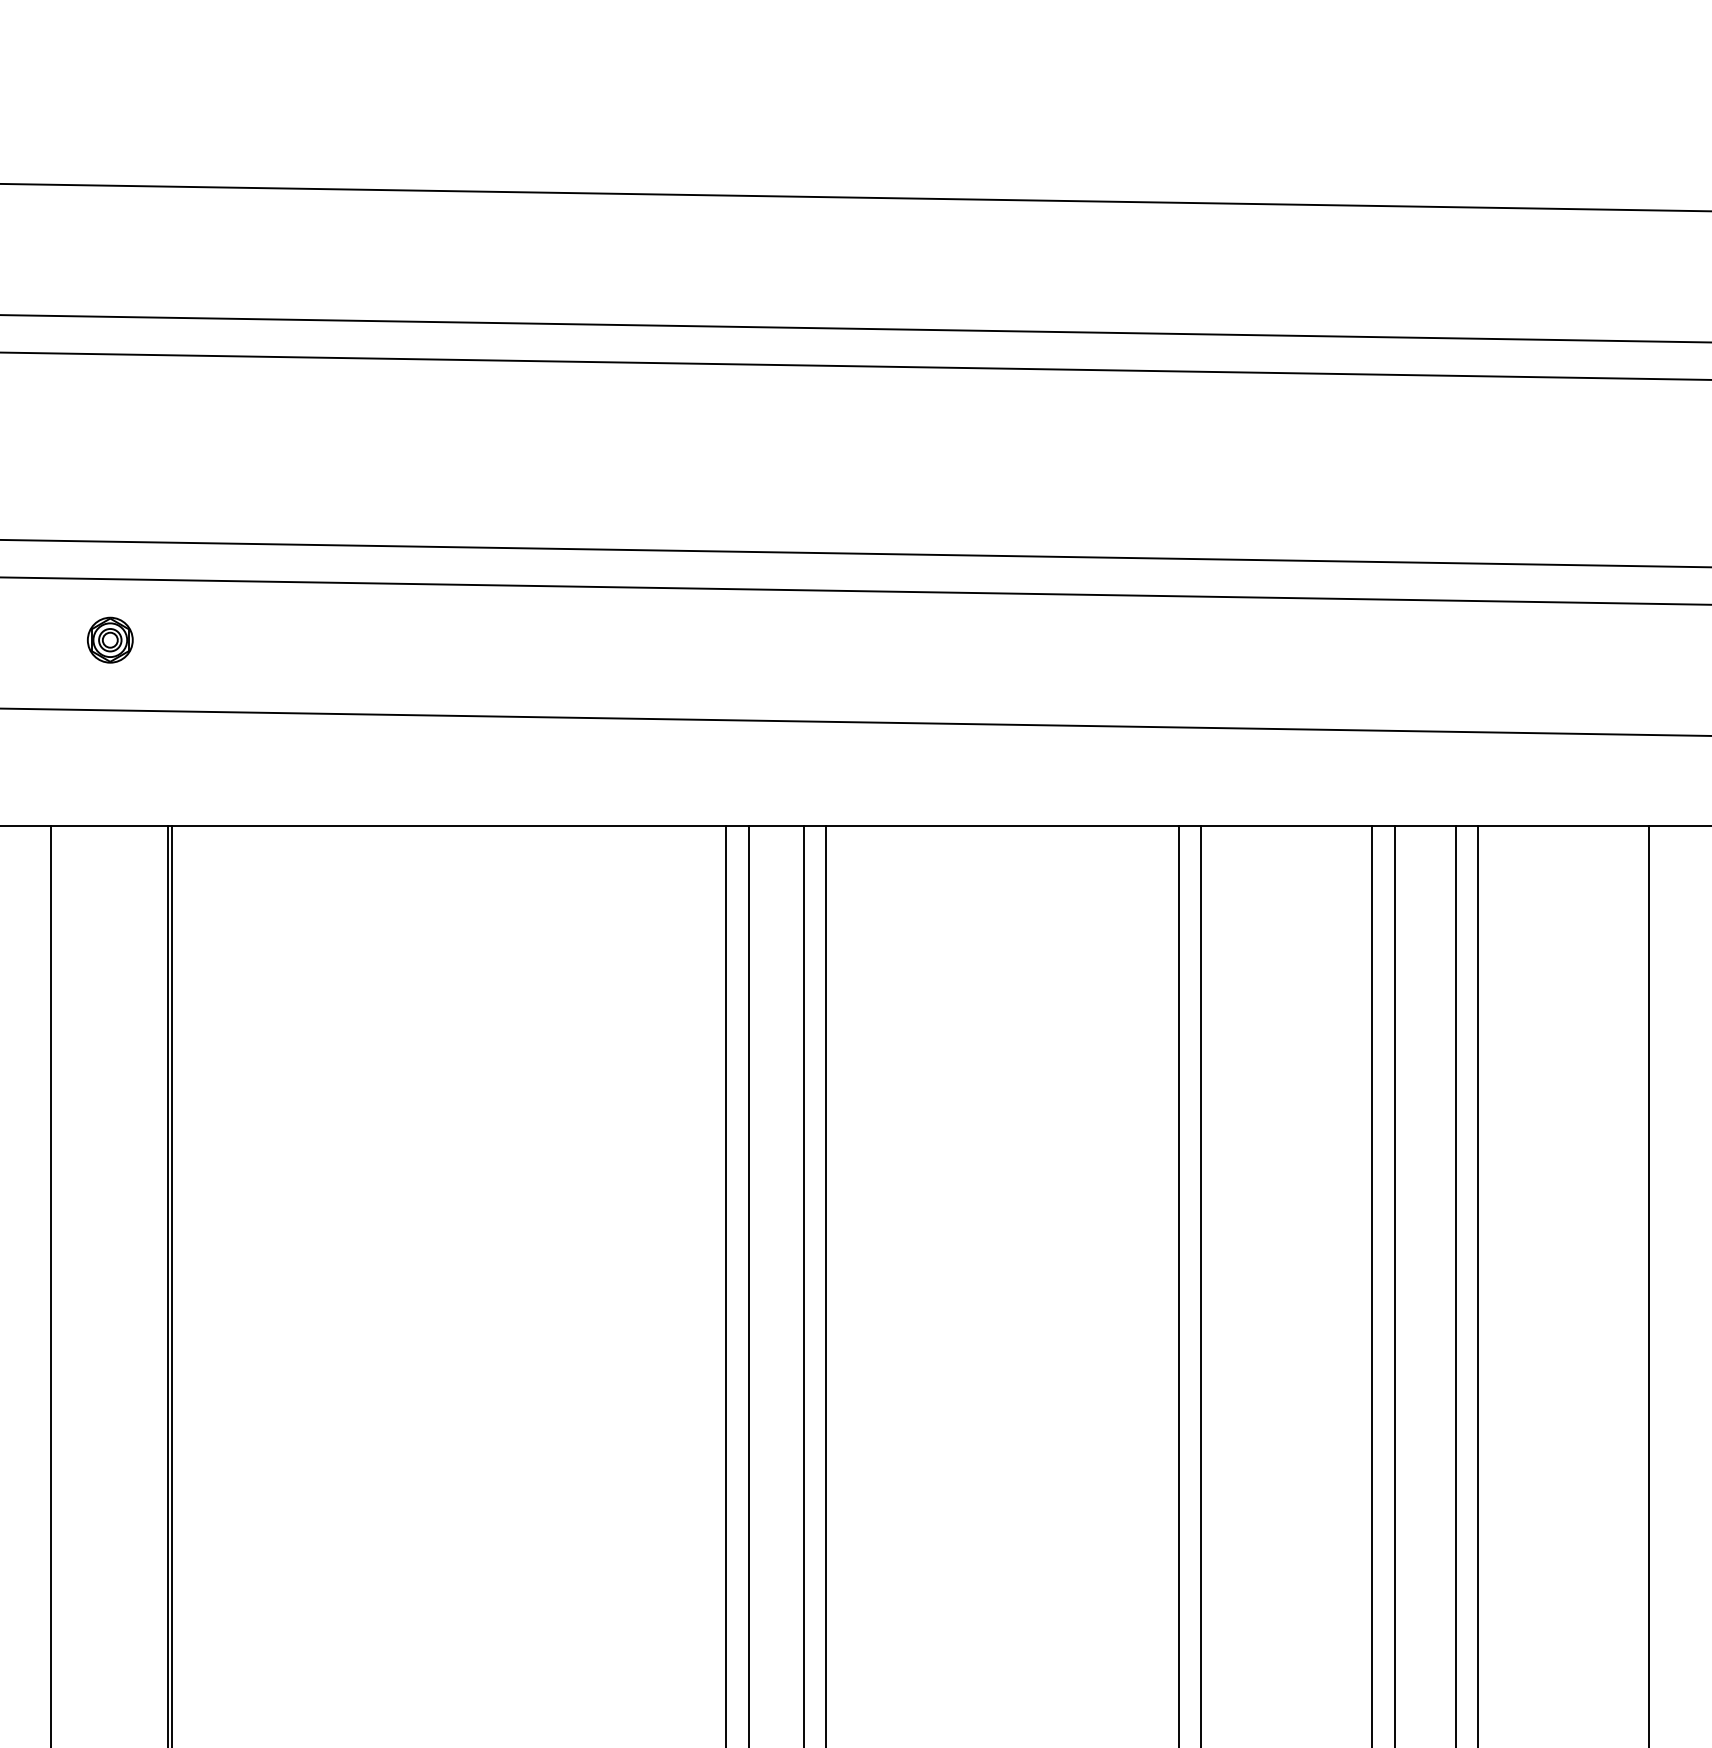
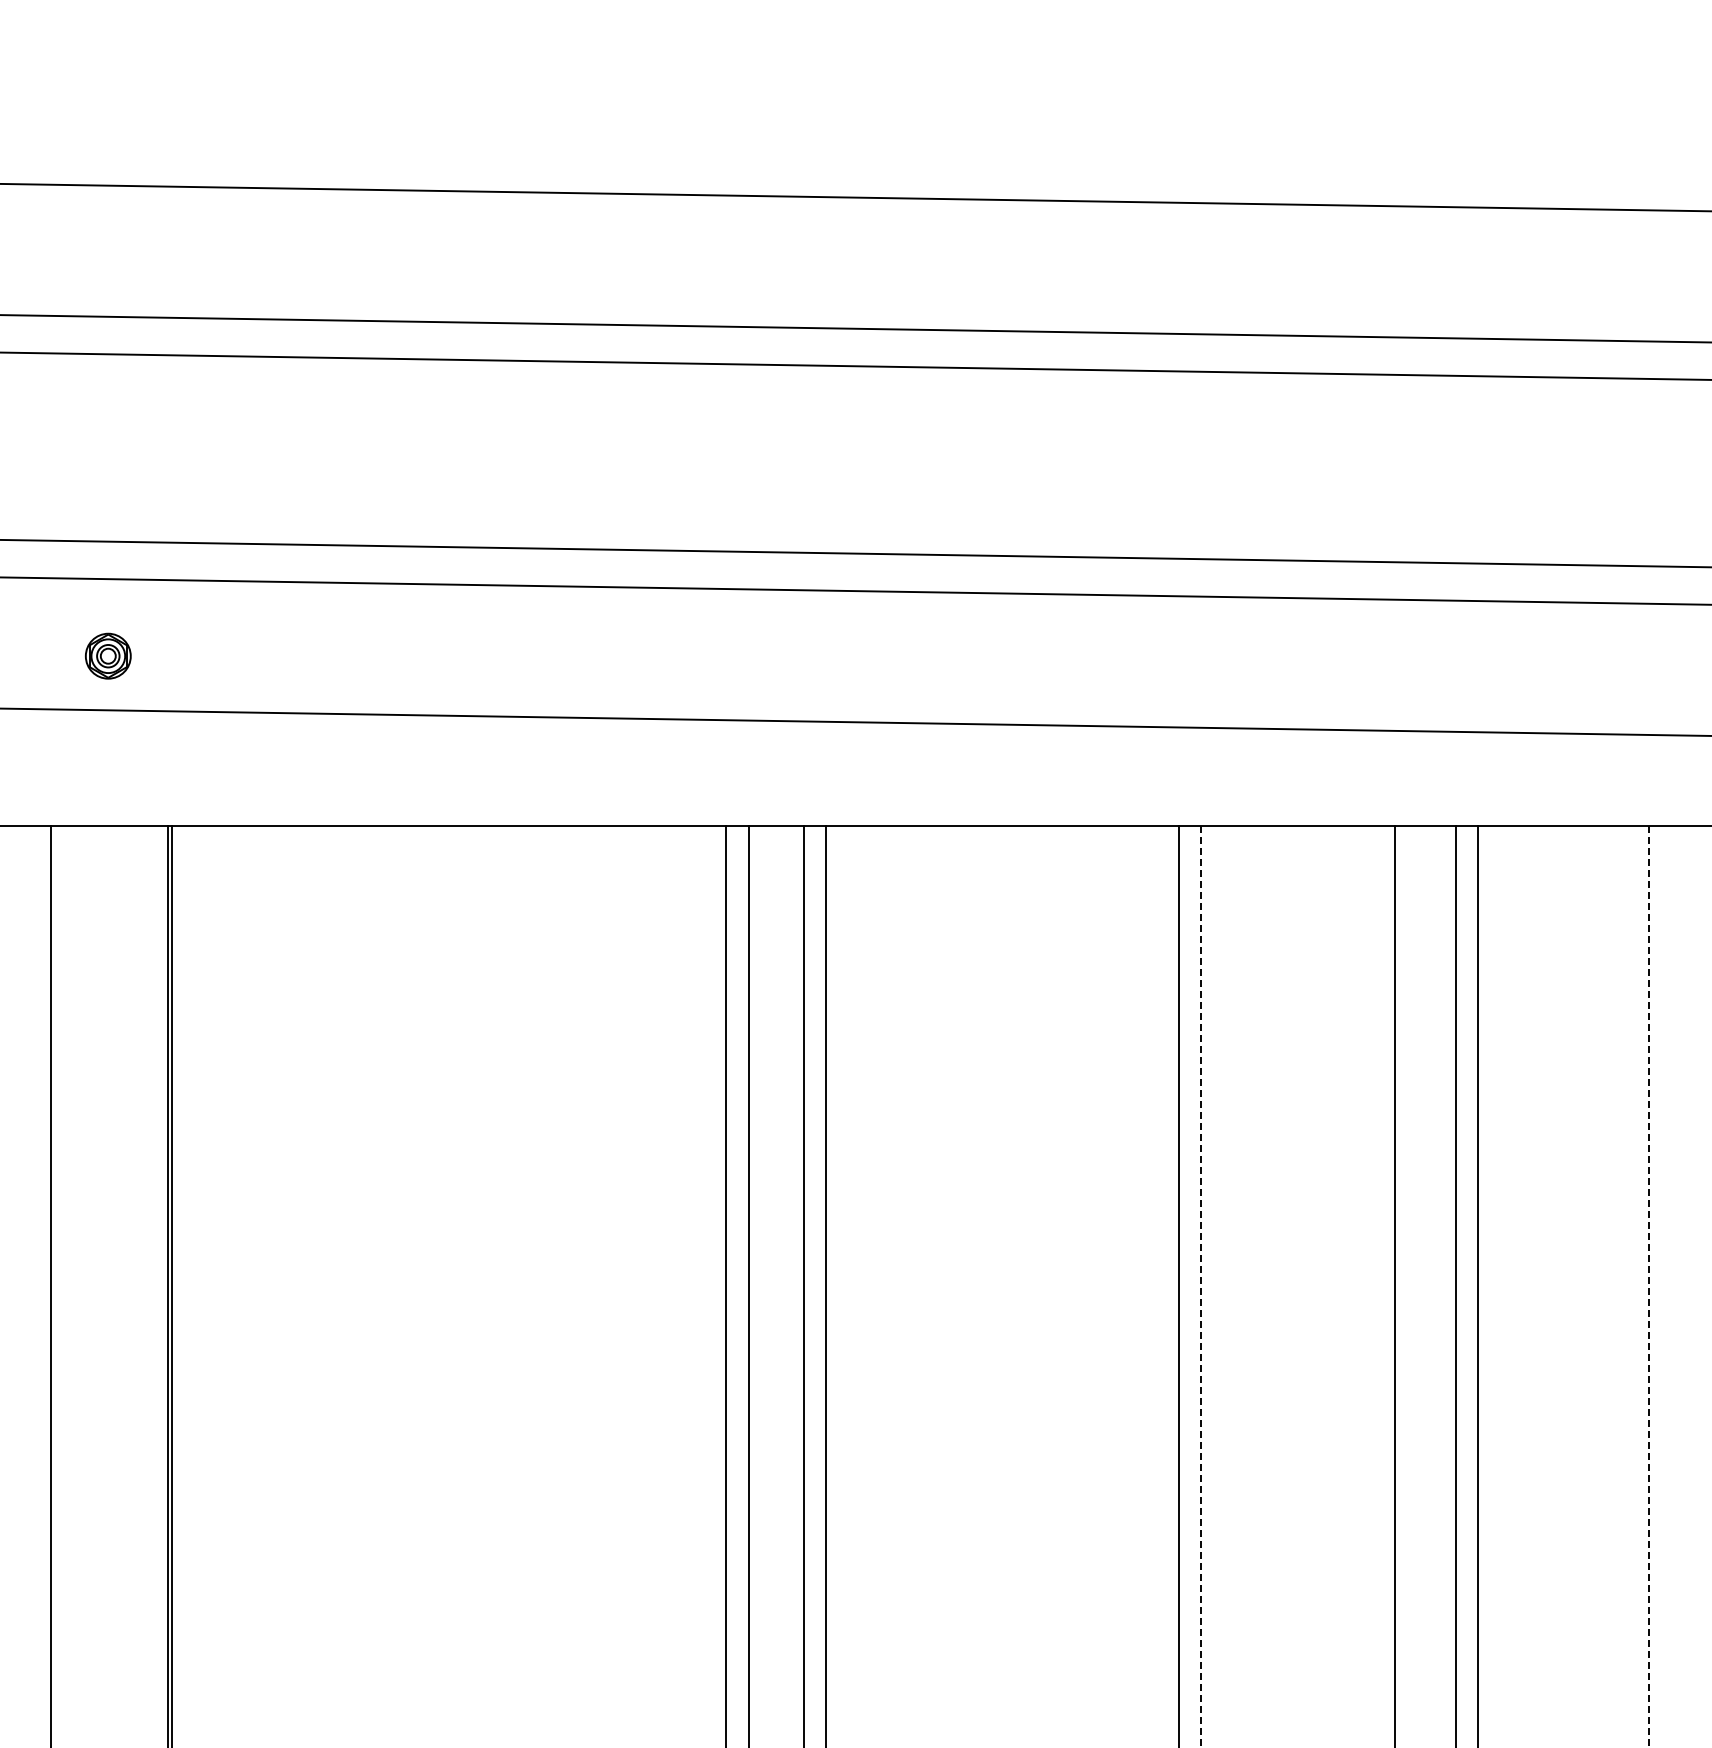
part at (110, 639) position: (110, 639) -> (108, 655)
line at (1372, 1284): present -> none
line at (1201, 1286): solid -> dashed
line at (1649, 1286): solid -> dashed
